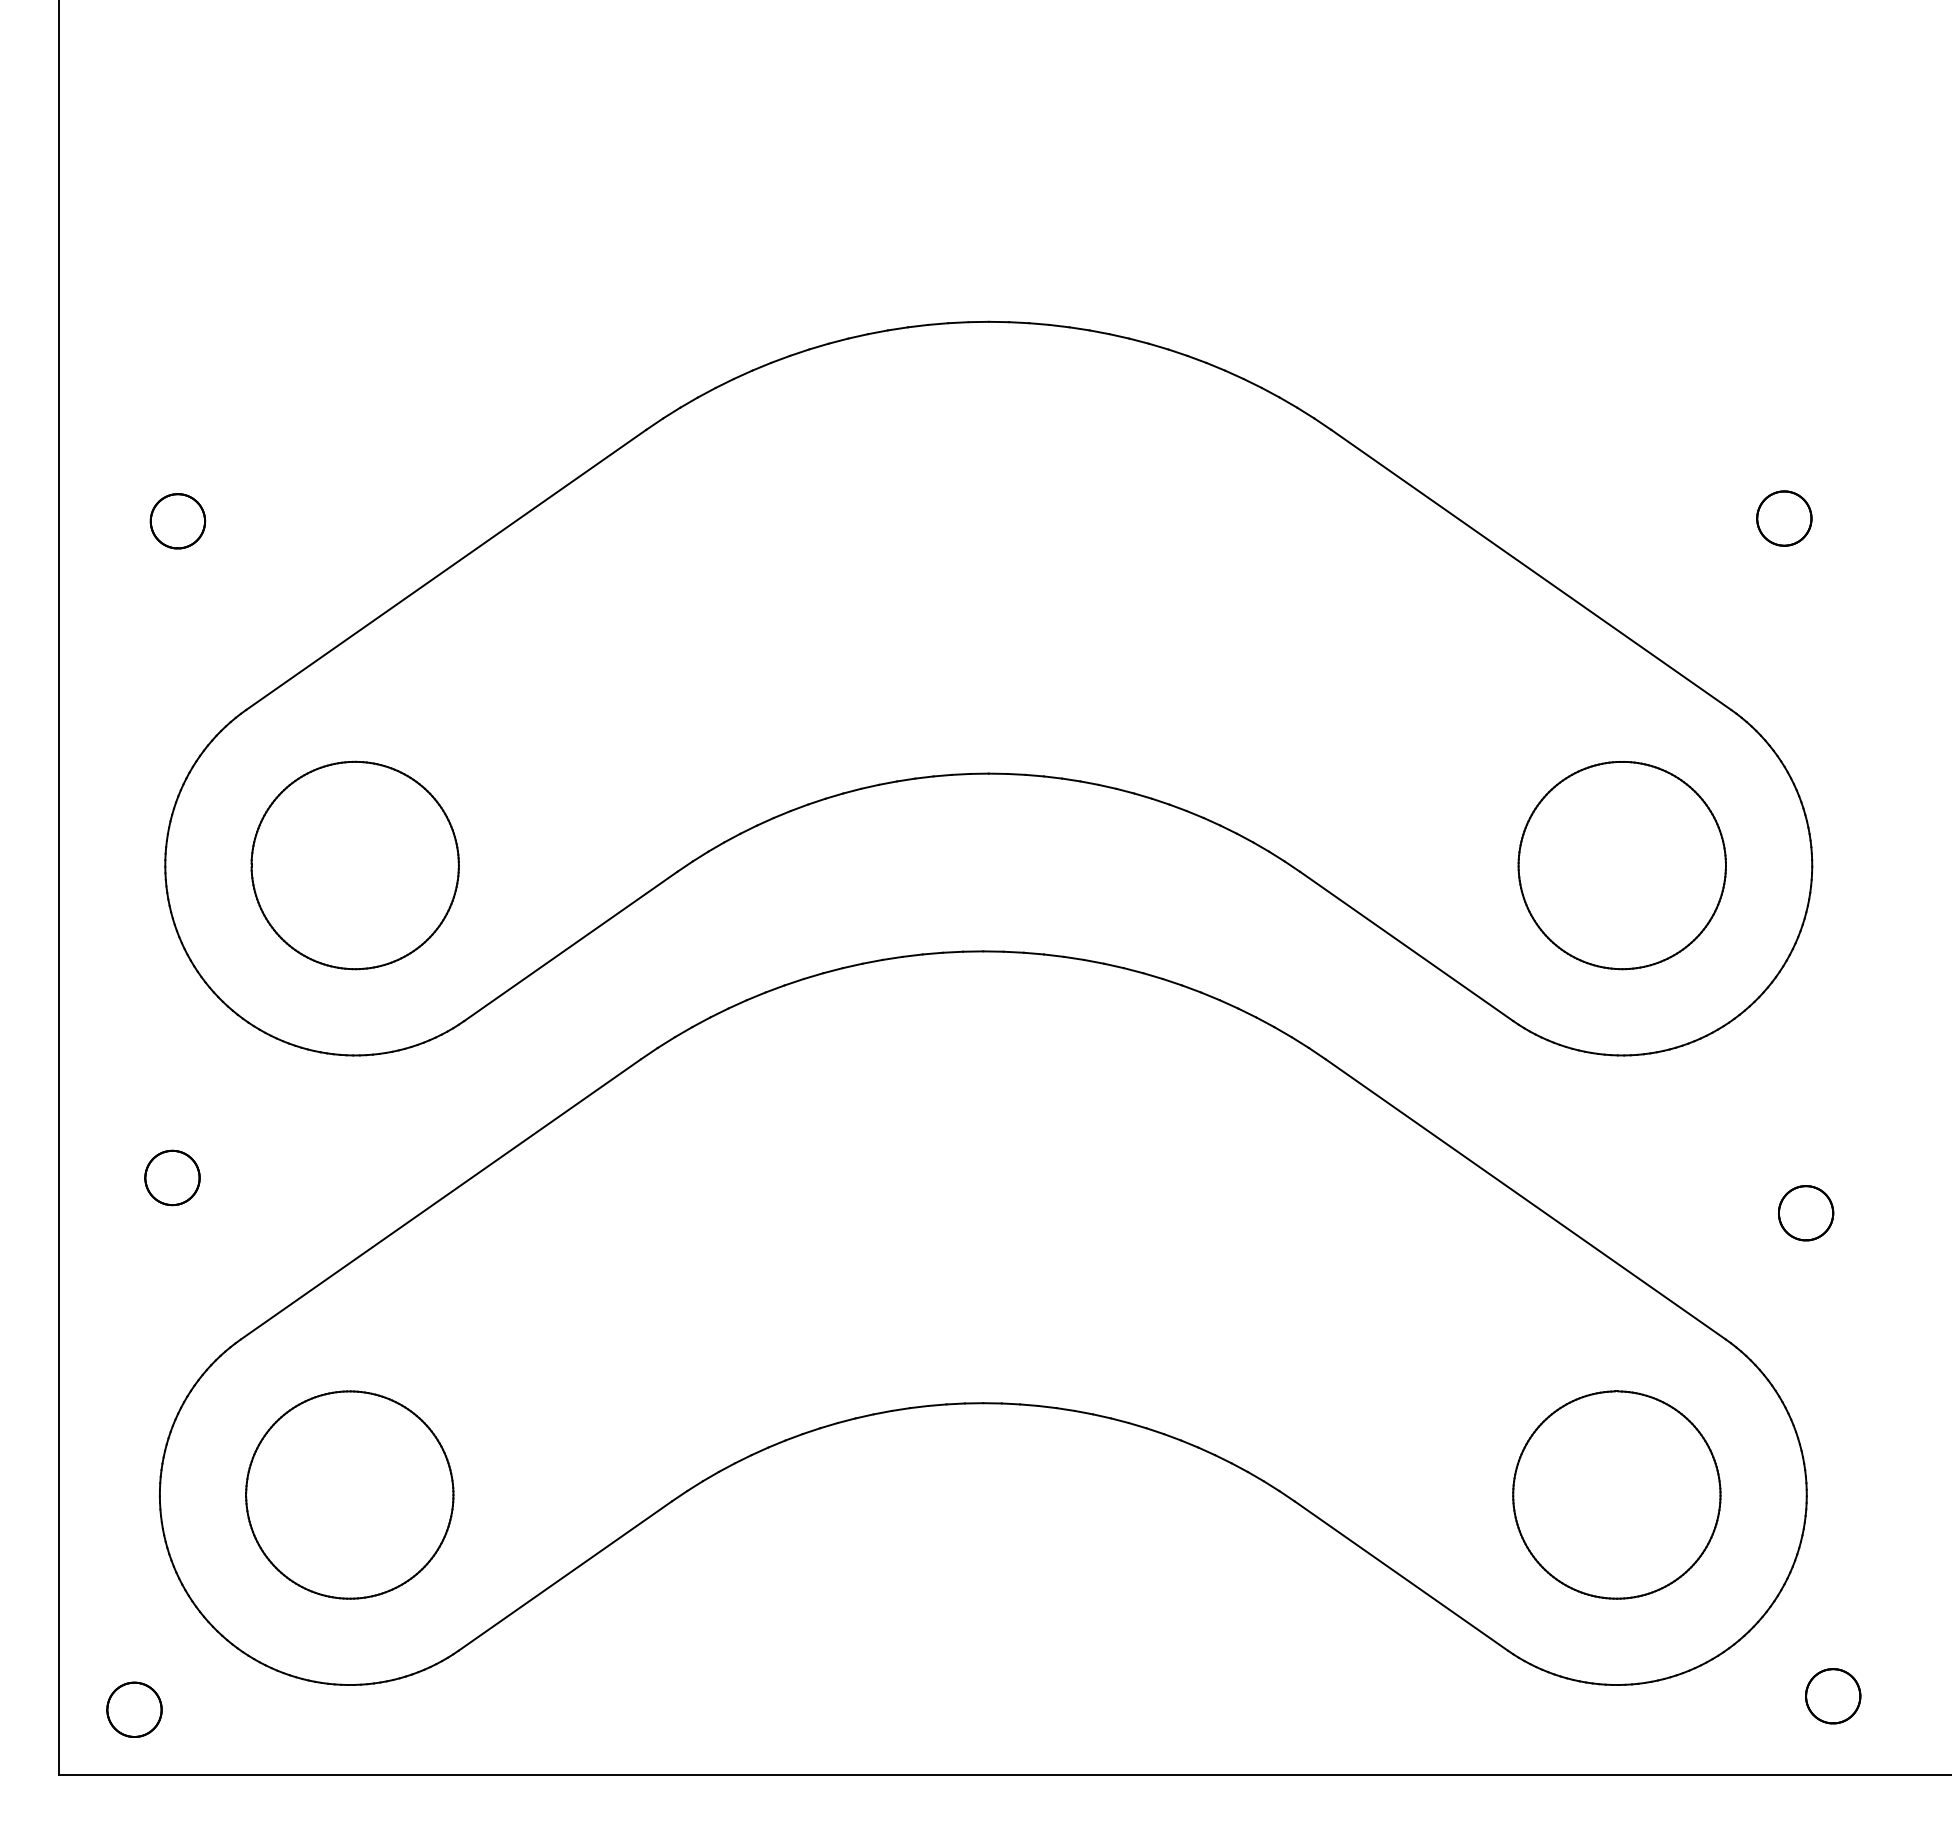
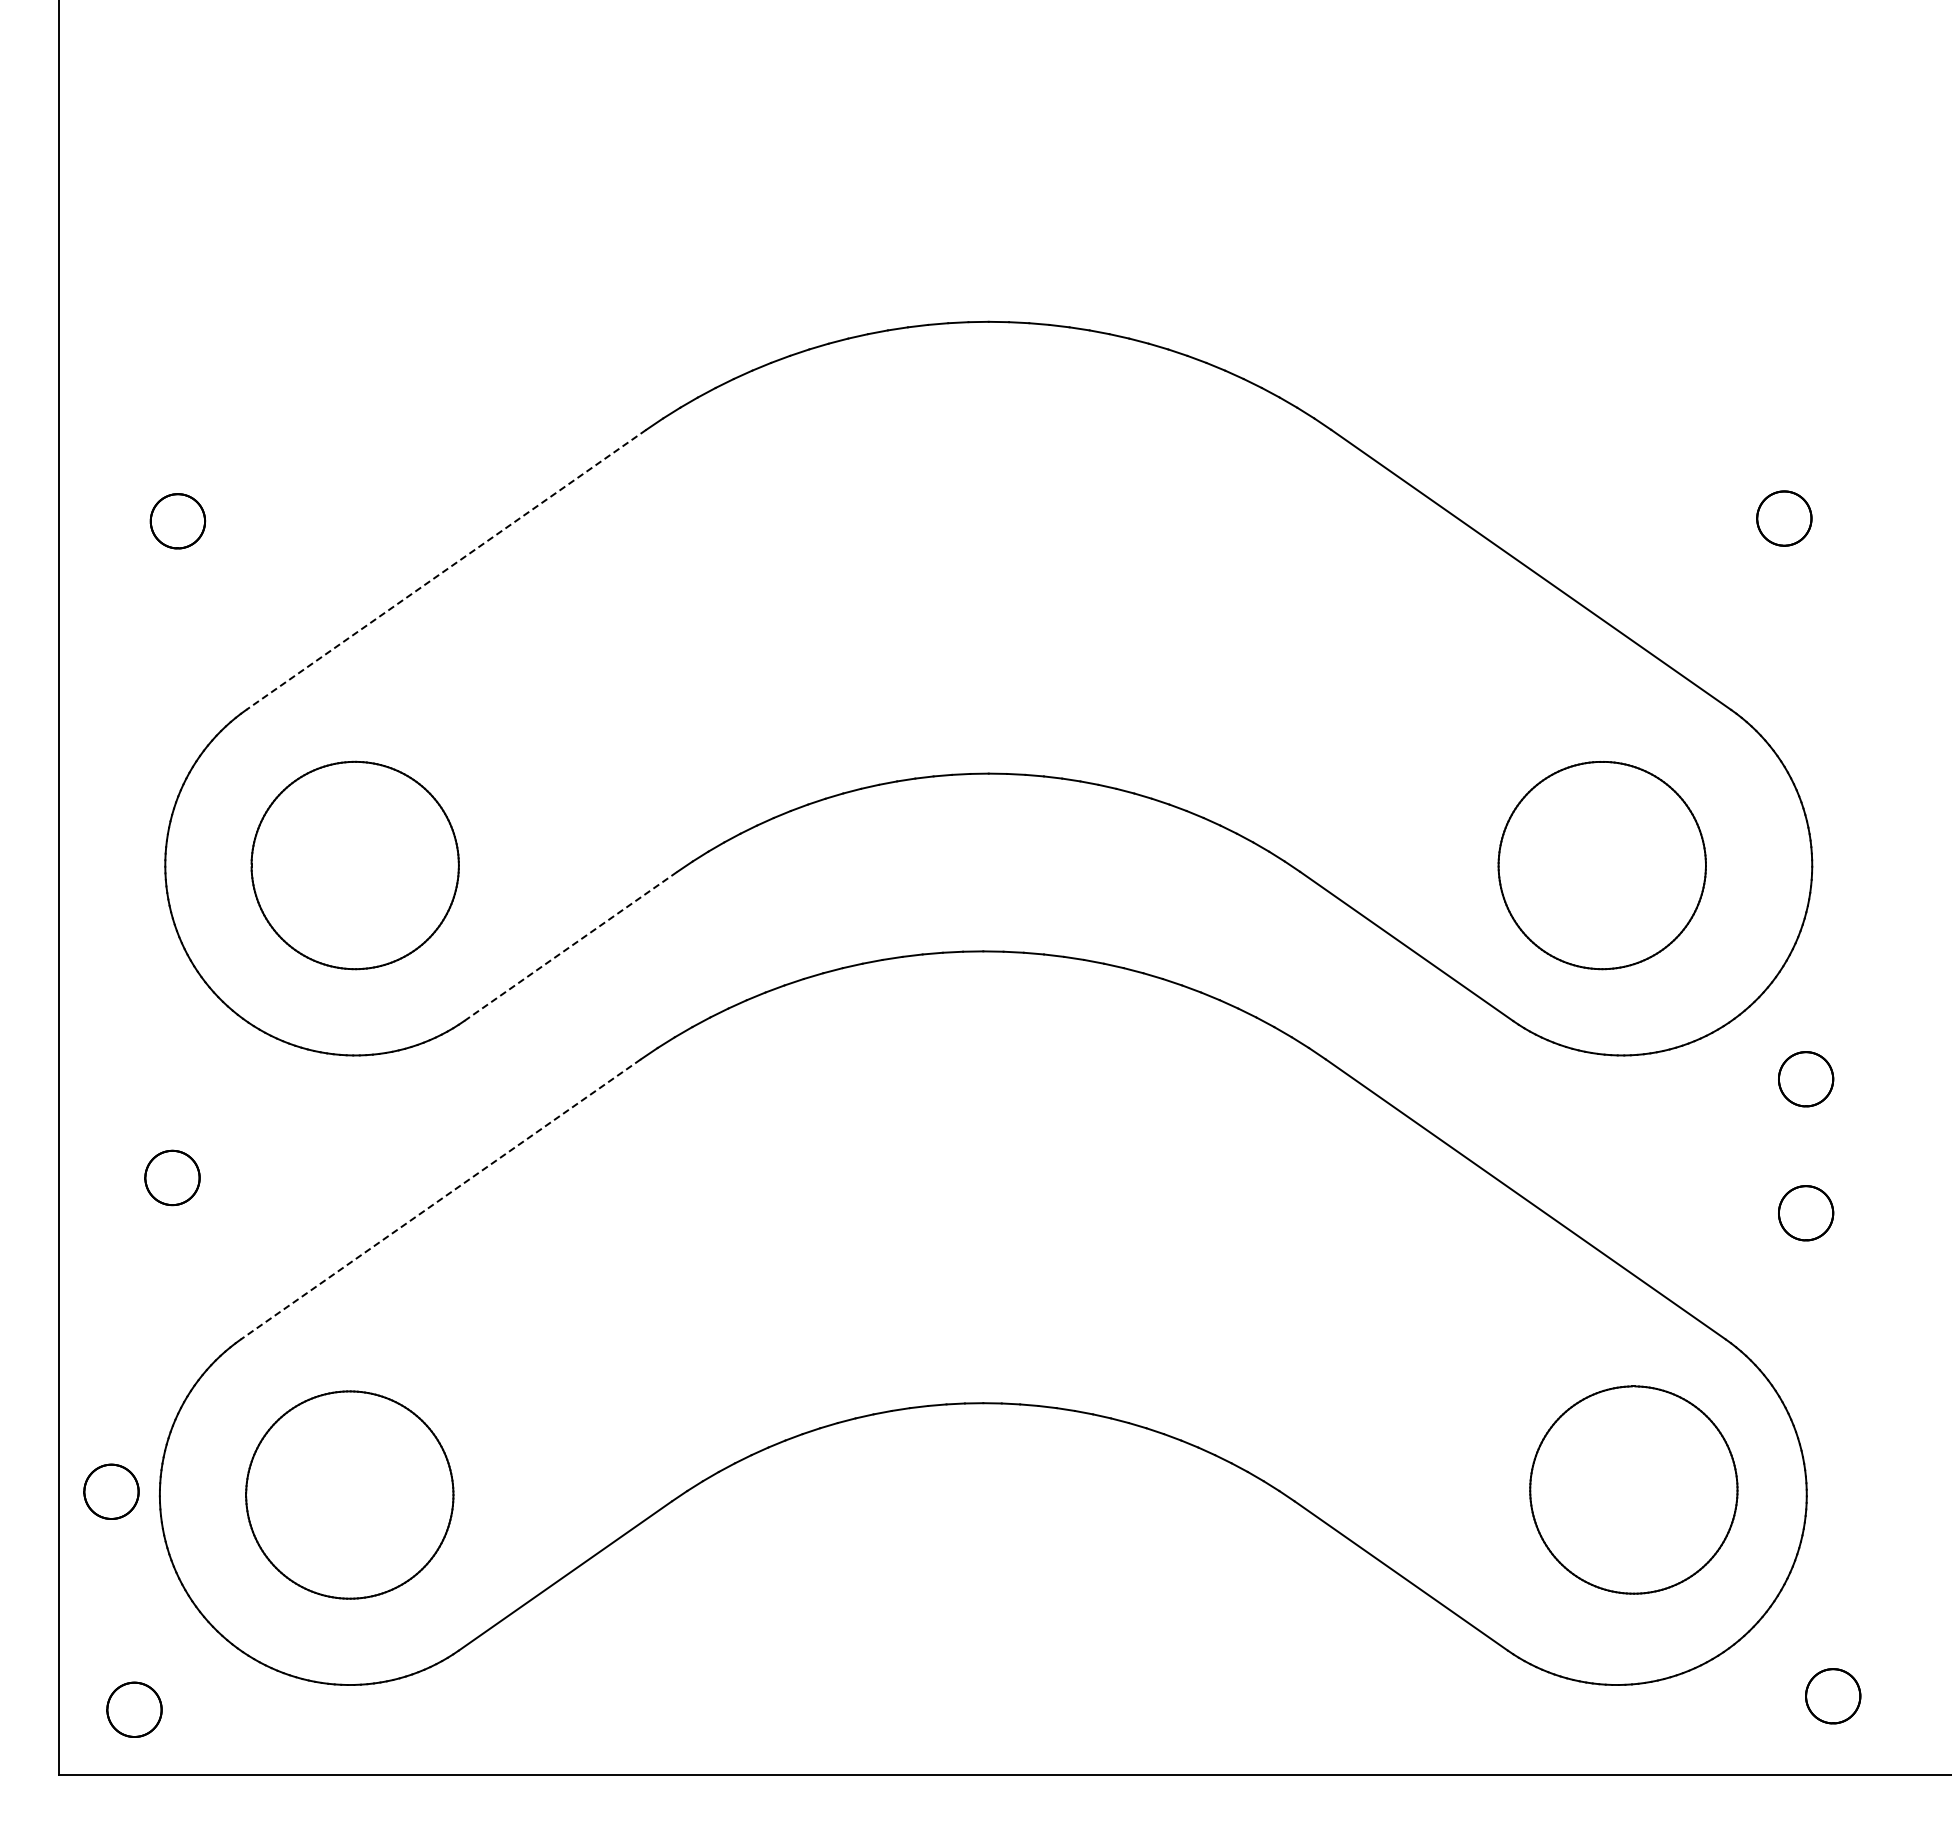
line at (445, 570): solid -> dashed
part at (1621, 865) position: (1621, 865) -> (1601, 865)
line at (571, 946): solid -> dashed
part at (1806, 1079): none -> present
line at (440, 1199): solid -> dashed
part at (111, 1491): none -> present
part at (1616, 1494) position: (1616, 1494) -> (1633, 1489)
